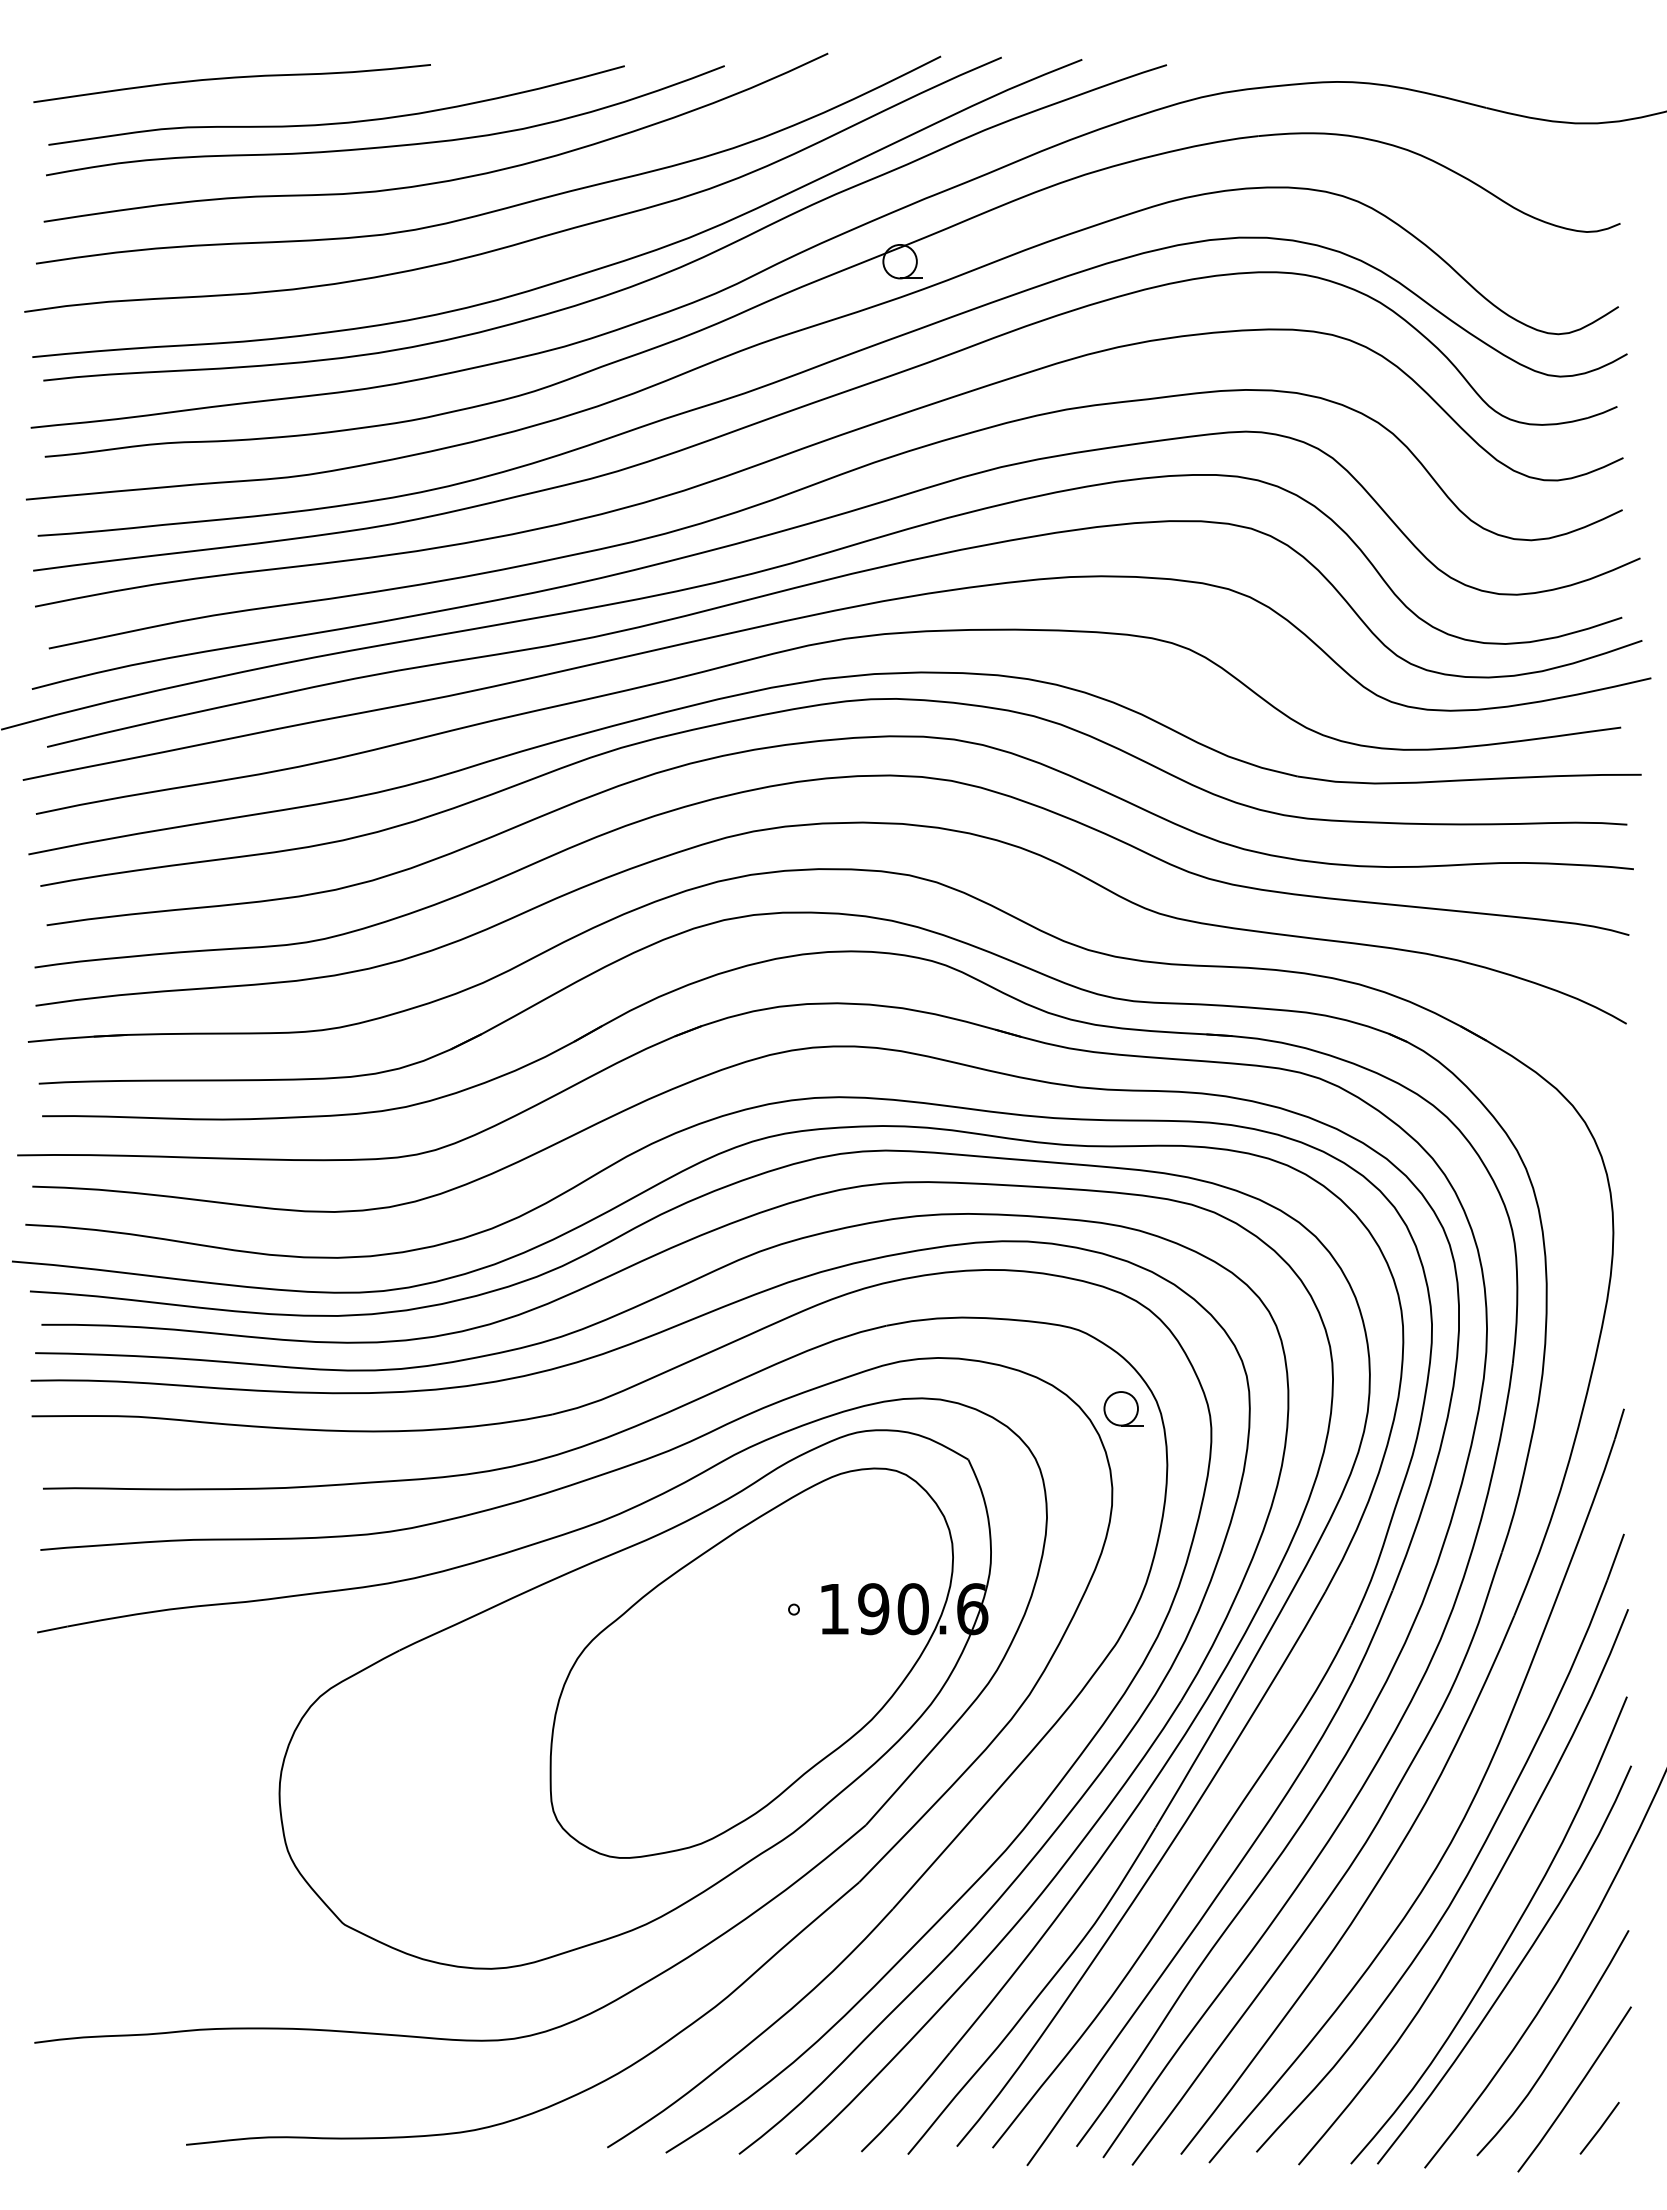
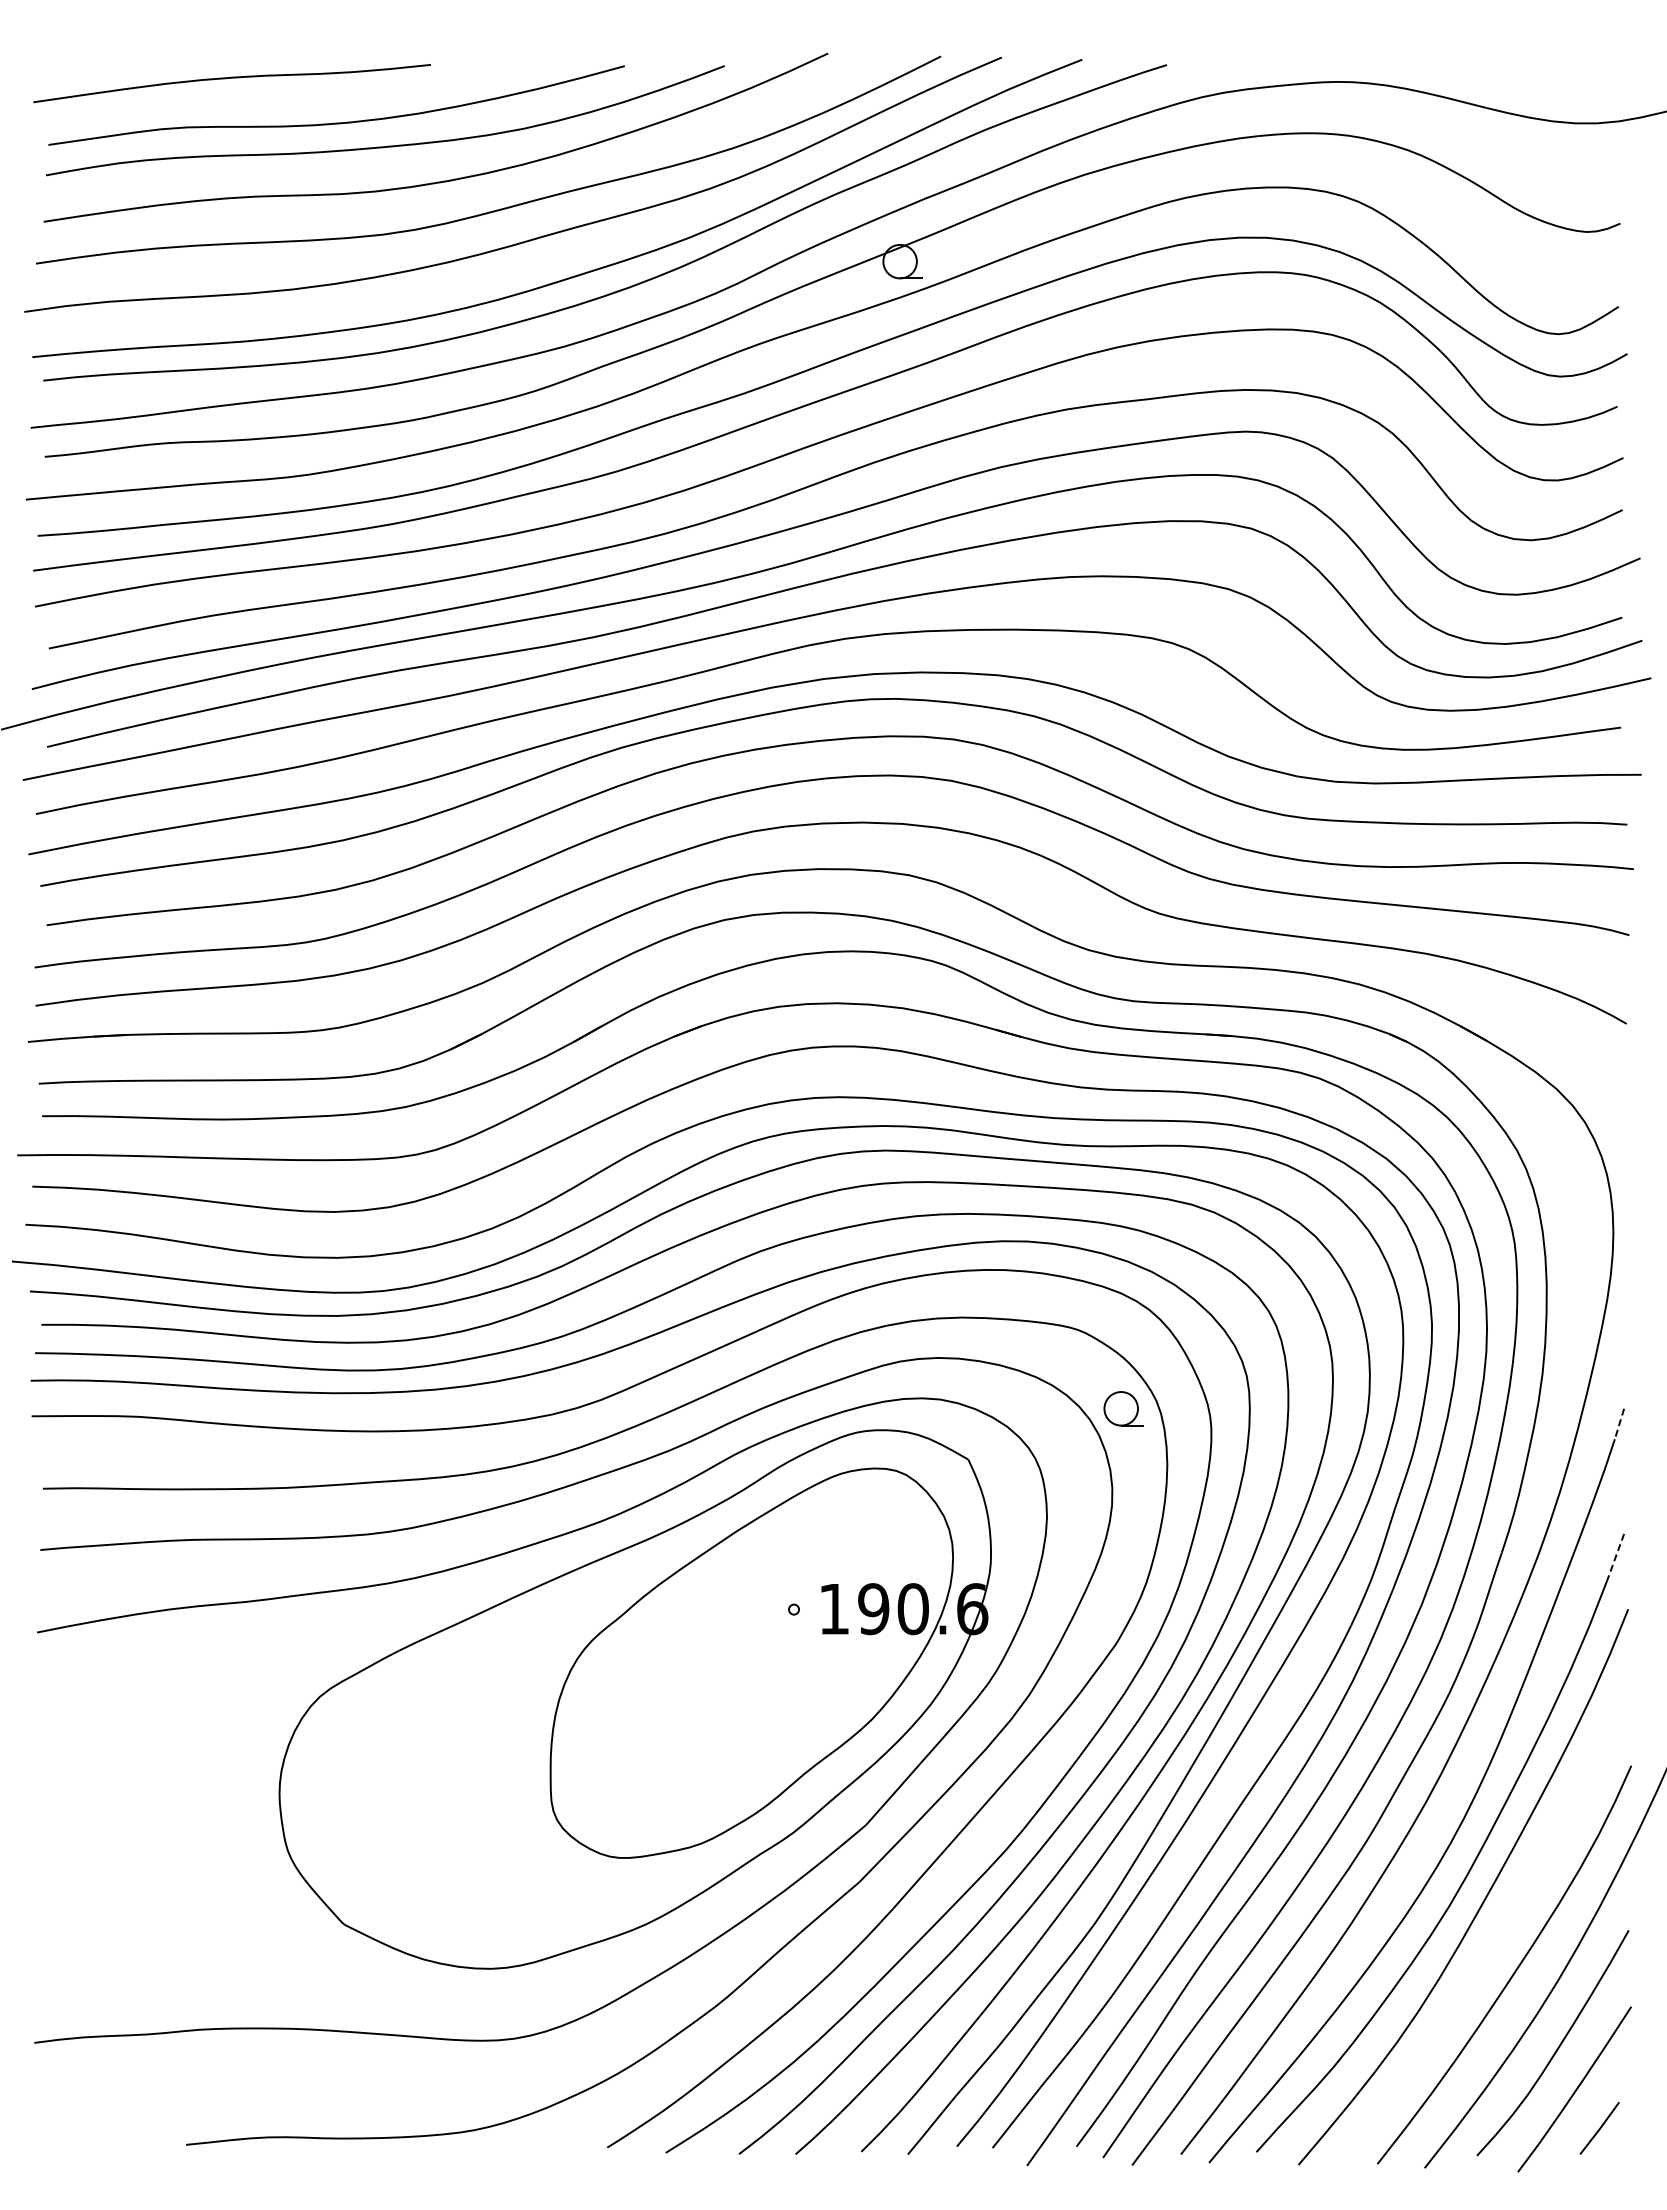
line at (1619, 1424): solid -> dashed
line at (1615, 1557): solid -> dashed
curve at (1506, 1940): present -> none
